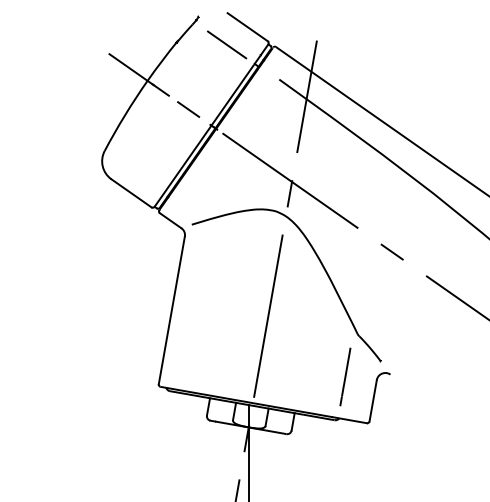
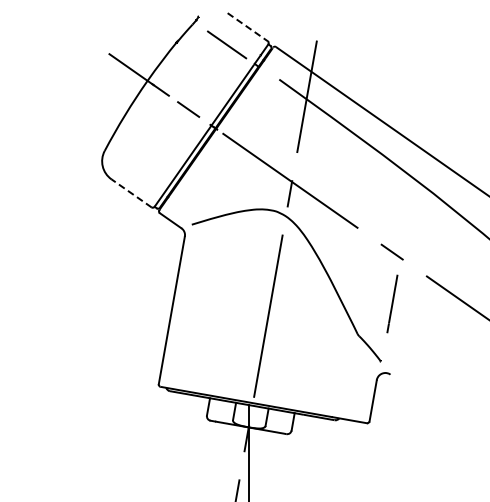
line at (247, 27): solid -> dashed
line at (131, 193): solid -> dashed
line at (345, 376) position: (345, 376) -> (392, 303)
